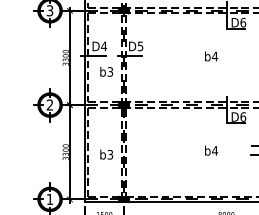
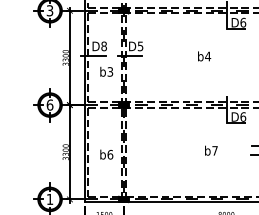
text at (104, 46): D4 -> D8
text at (211, 56) position: (211, 56) -> (204, 56)
text at (49, 104): 2 -> 6
text at (215, 150): b4 -> b7
text at (110, 154): b3 -> b6
